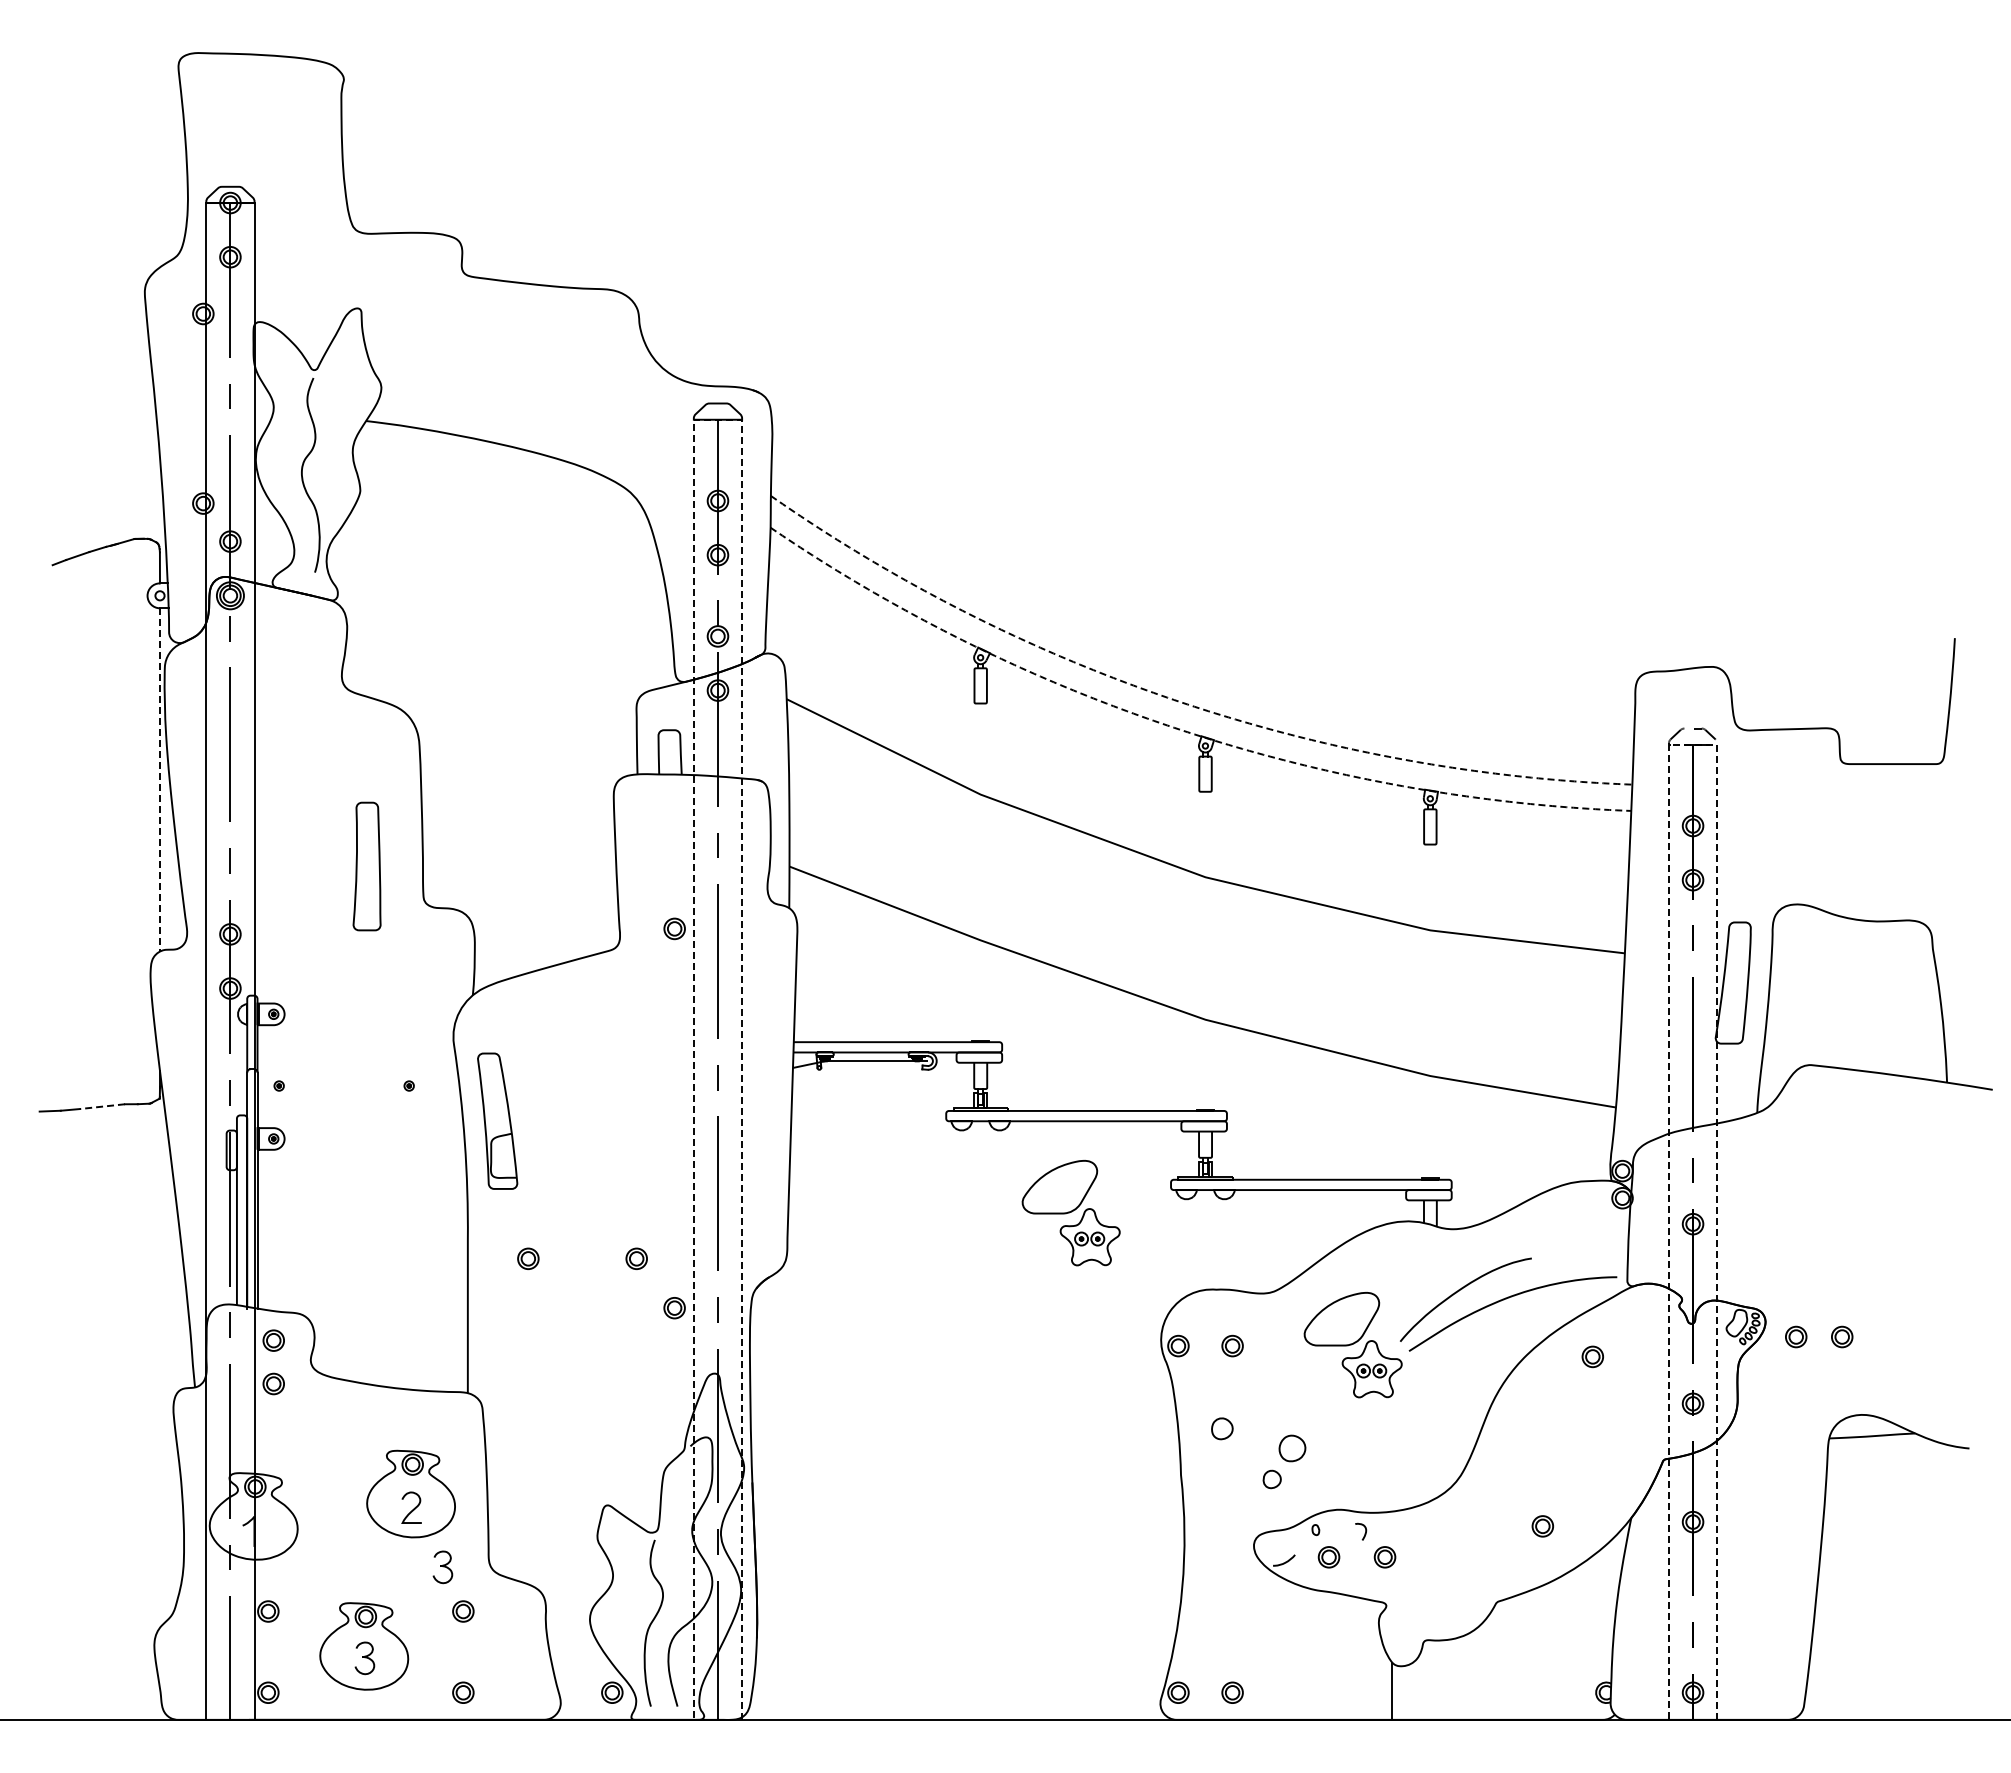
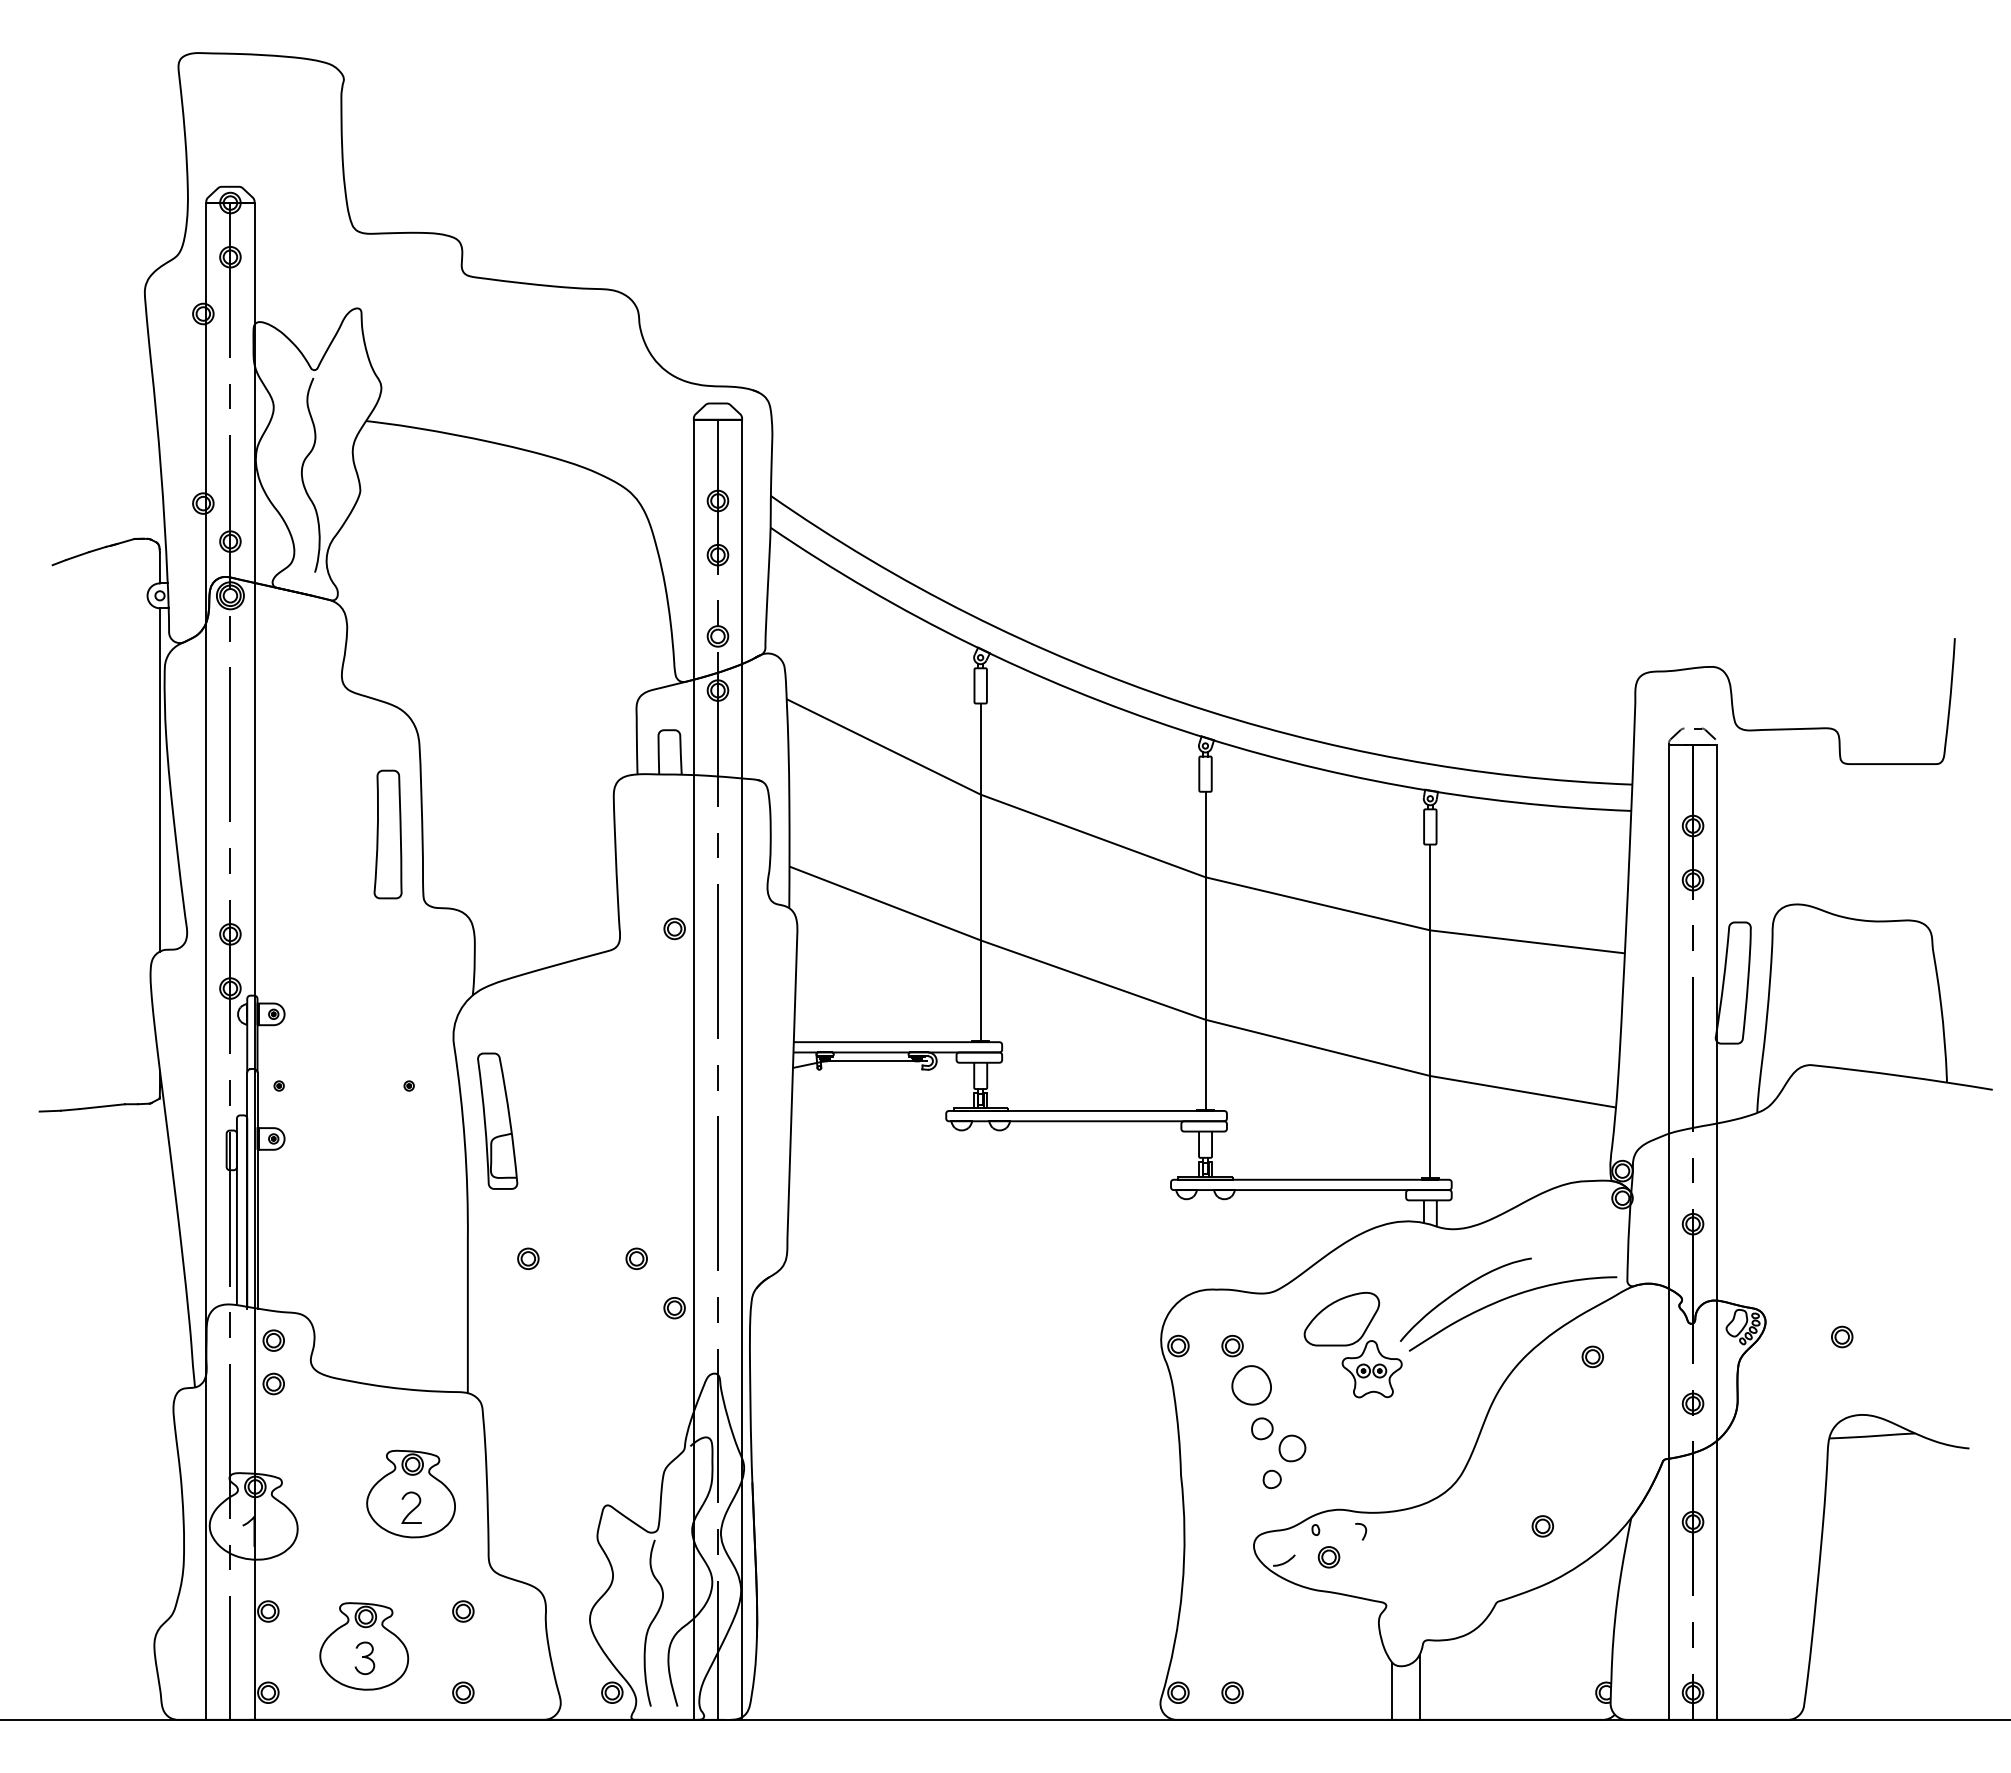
line at (717, 419): dashed -> solid
arc at (1180, 702): dashed -> solid
arc at (1180, 730): dashed -> solid
line at (1692, 744): dashed -> solid
line at (160, 779): dashed -> solid
part at (366, 866) position: (366, 866) -> (387, 834)
line at (980, 871): none -> present
line at (1205, 950): none -> present
line at (1430, 1011): none -> present
line at (102, 1106): dashed -> solid
part at (1070, 1213): present -> none
part at (1796, 1336): present -> none
part at (1251, 1385): none -> present
part at (1222, 1428) position: (1222, 1428) -> (1262, 1428)
part at (1384, 1557): present -> none
curve at (442, 1566): present -> none
line at (1419, 1687): none -> present
